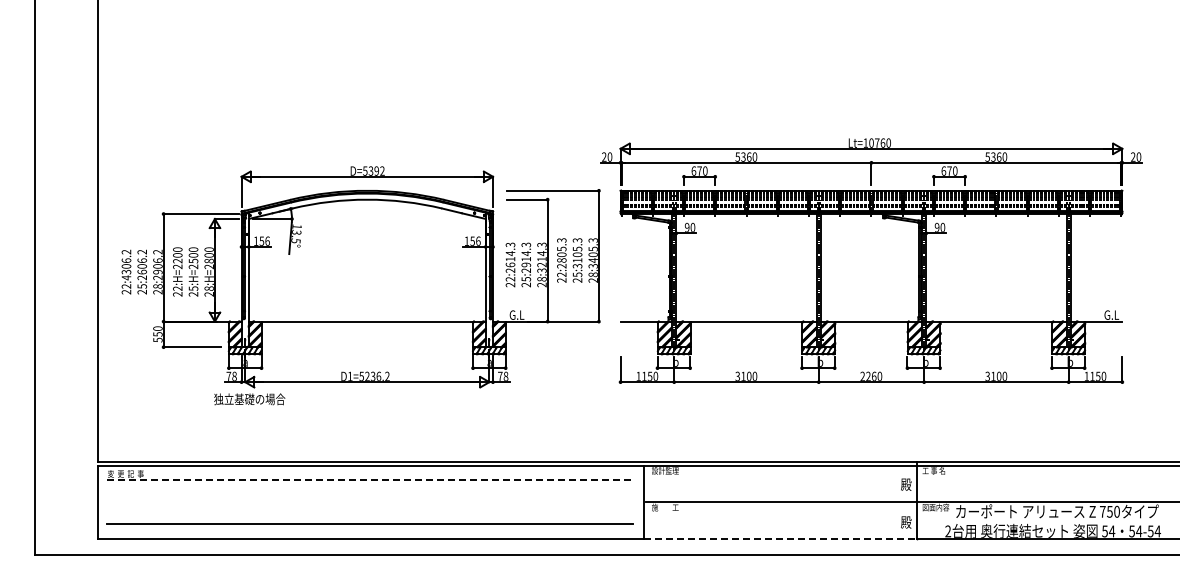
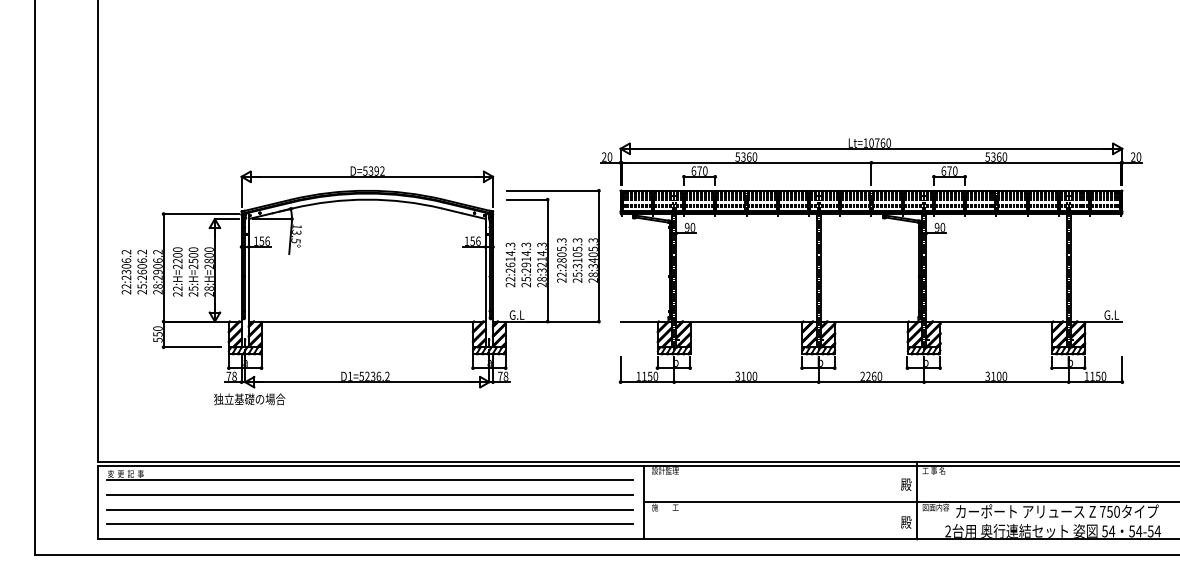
text at (126, 277): 22:4306.2 -> 22:2306.2
line at (370, 480): dashed -> solid
line at (369, 494): none -> present
line at (369, 509): none -> present
line at (780, 539): dashed -> solid
